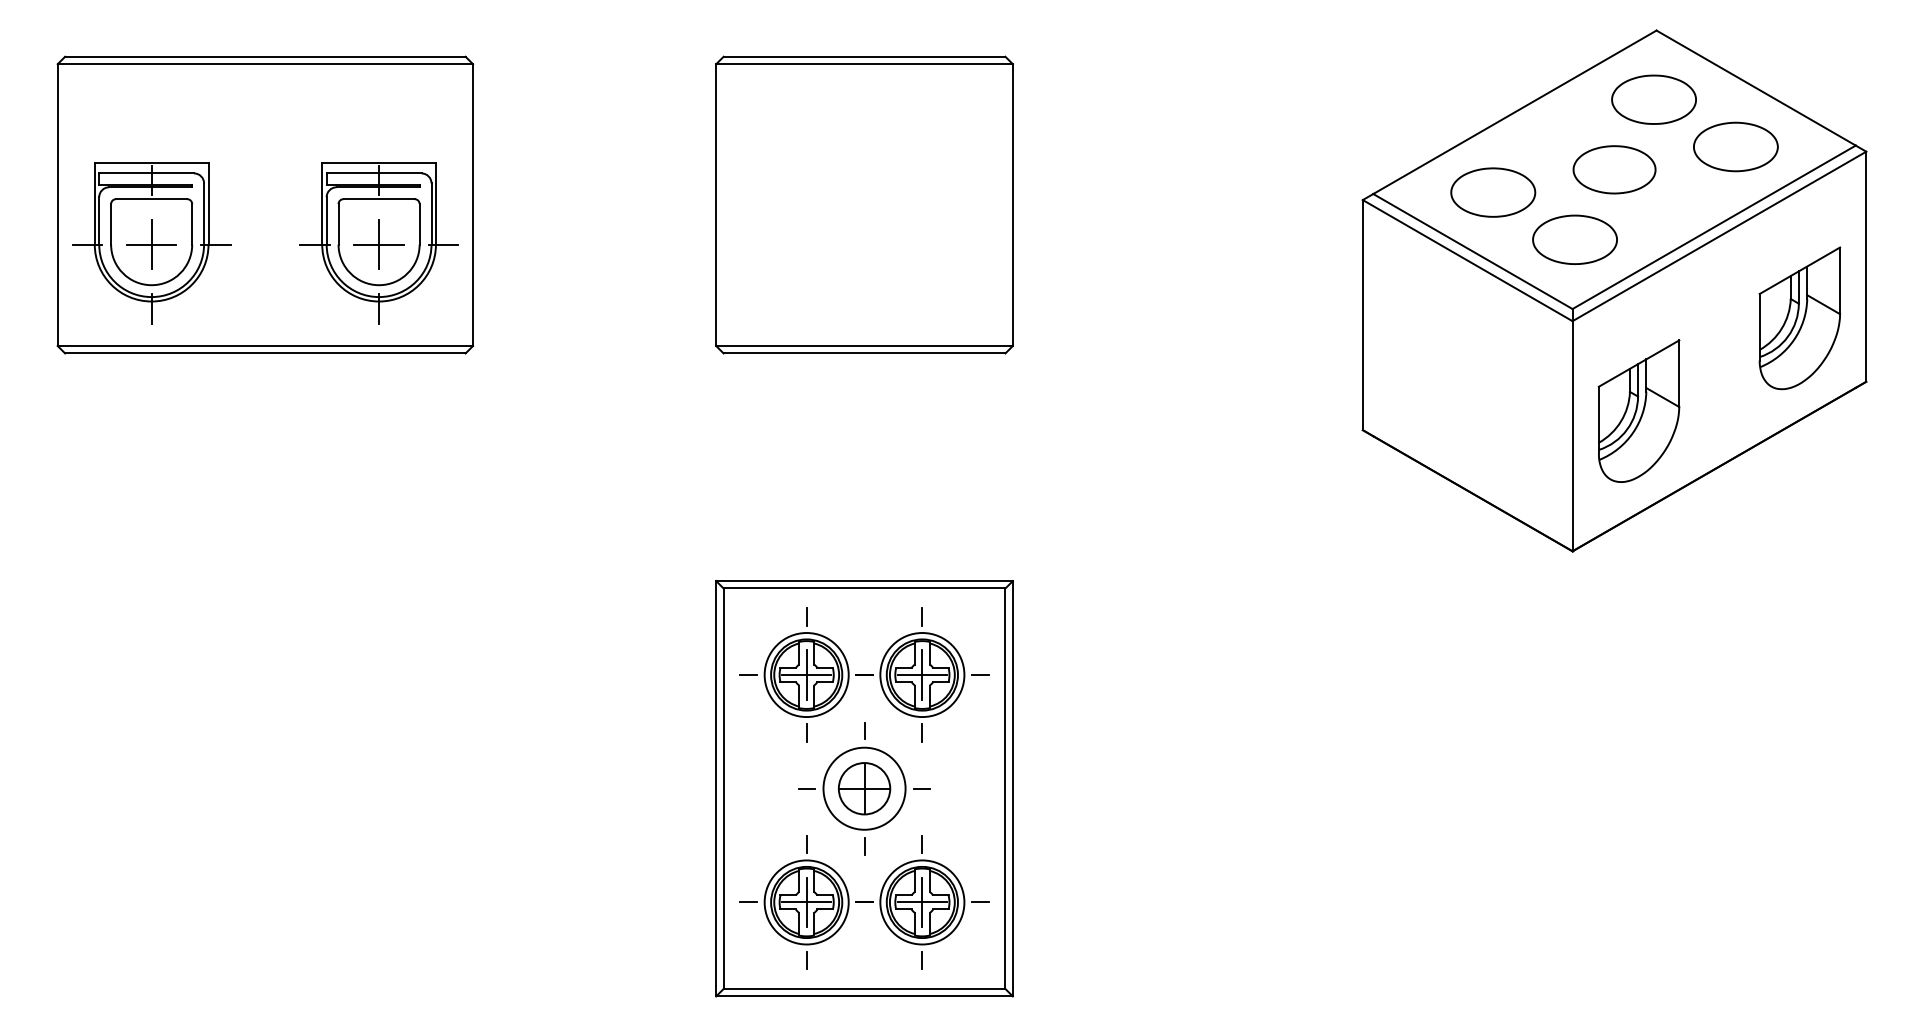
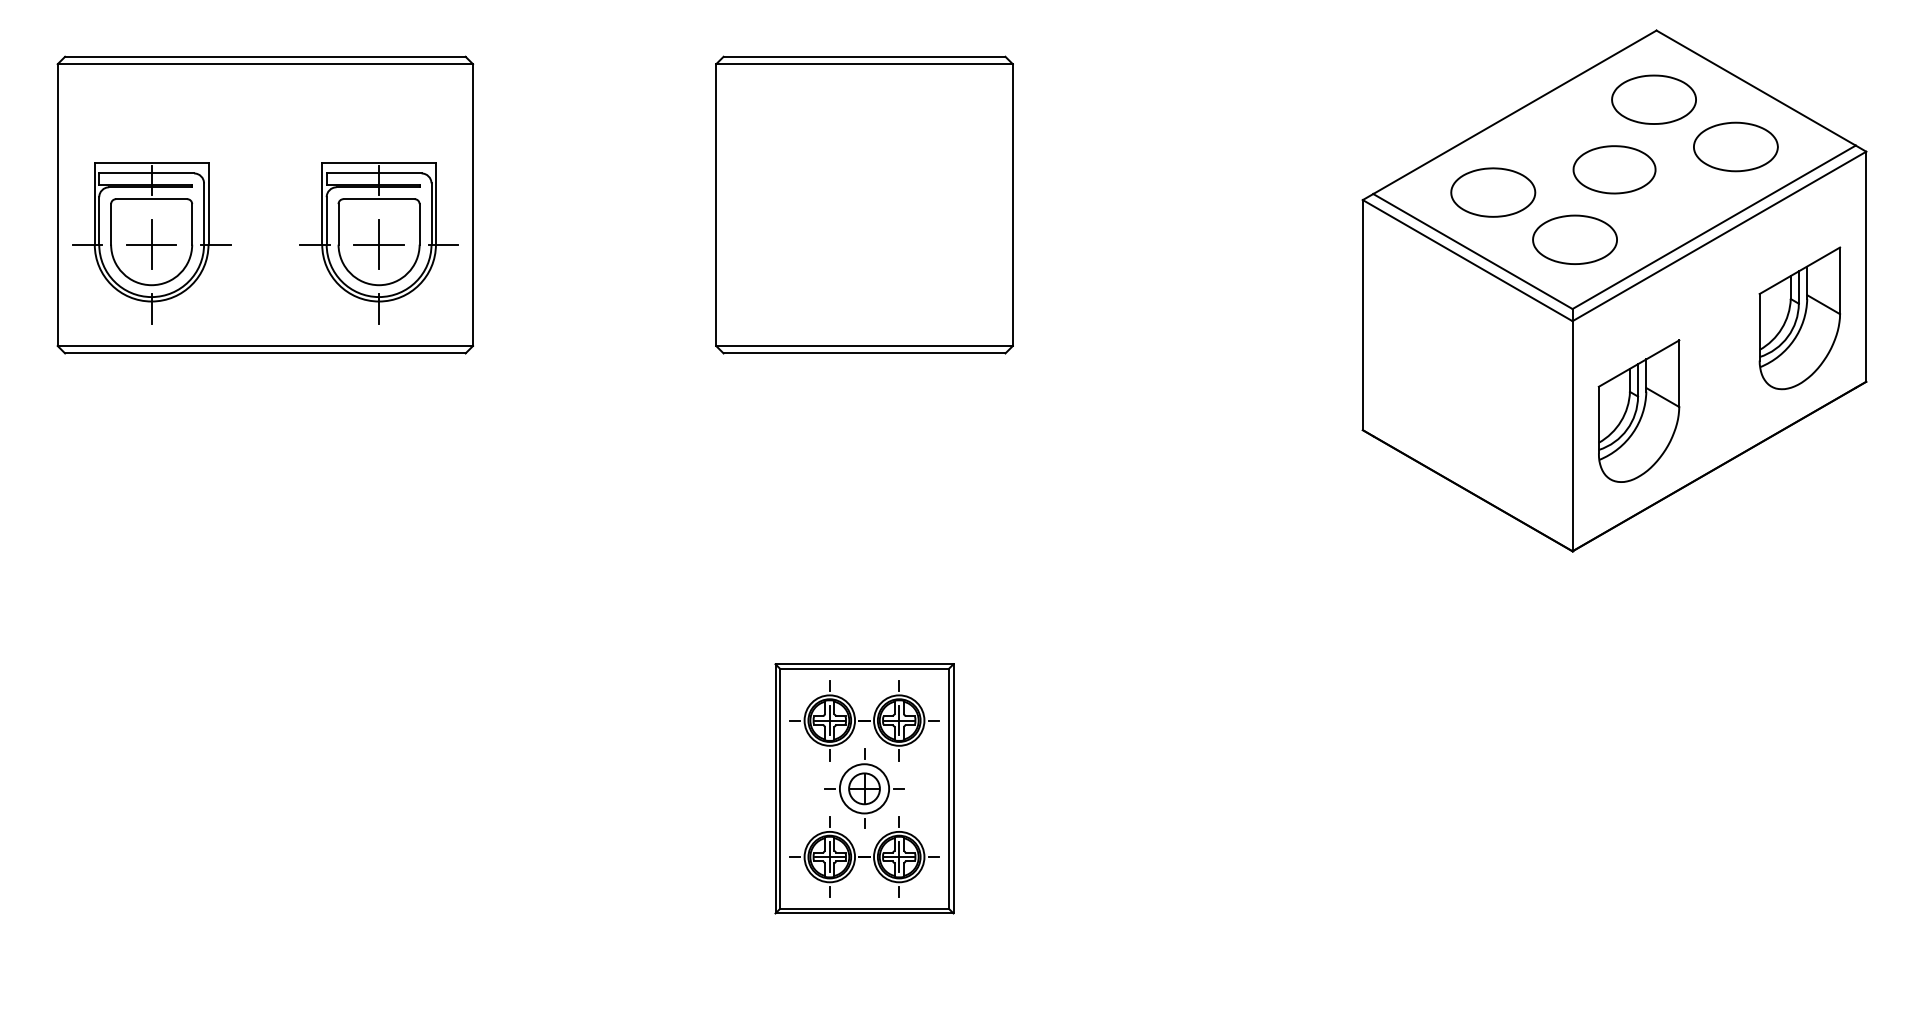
part at (864, 788) size: 299x418 px -> 181x252 px
